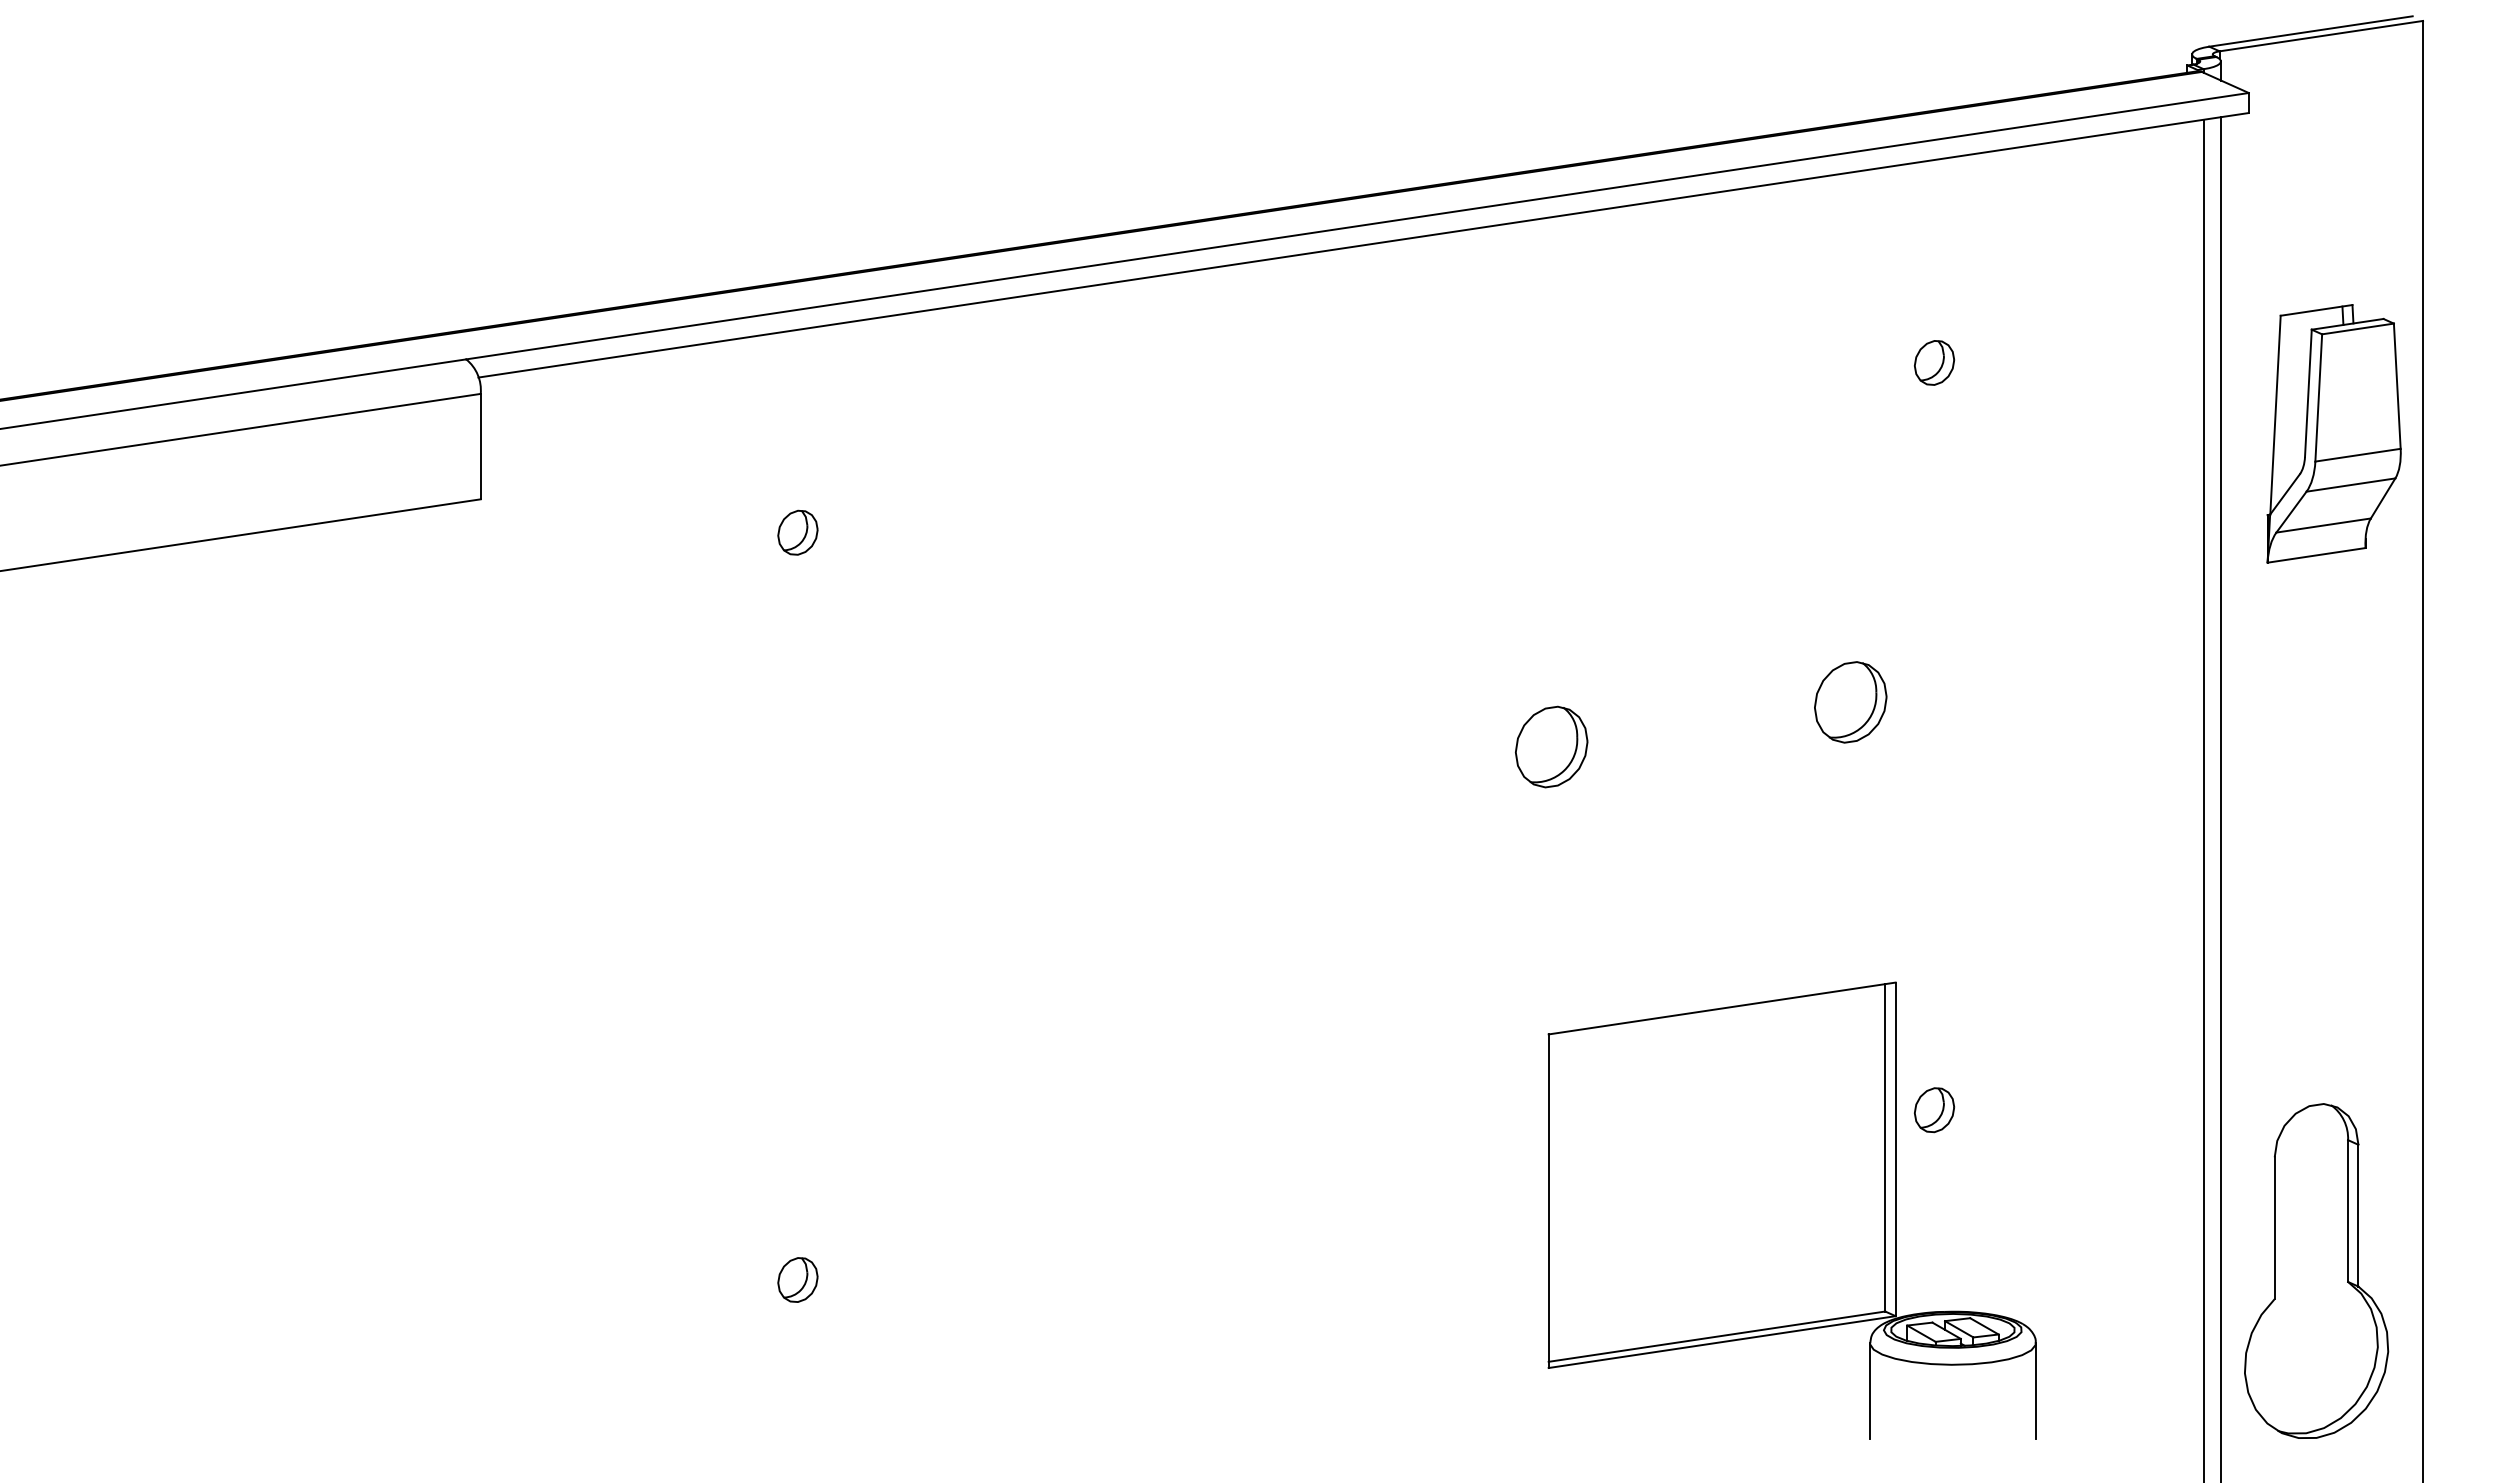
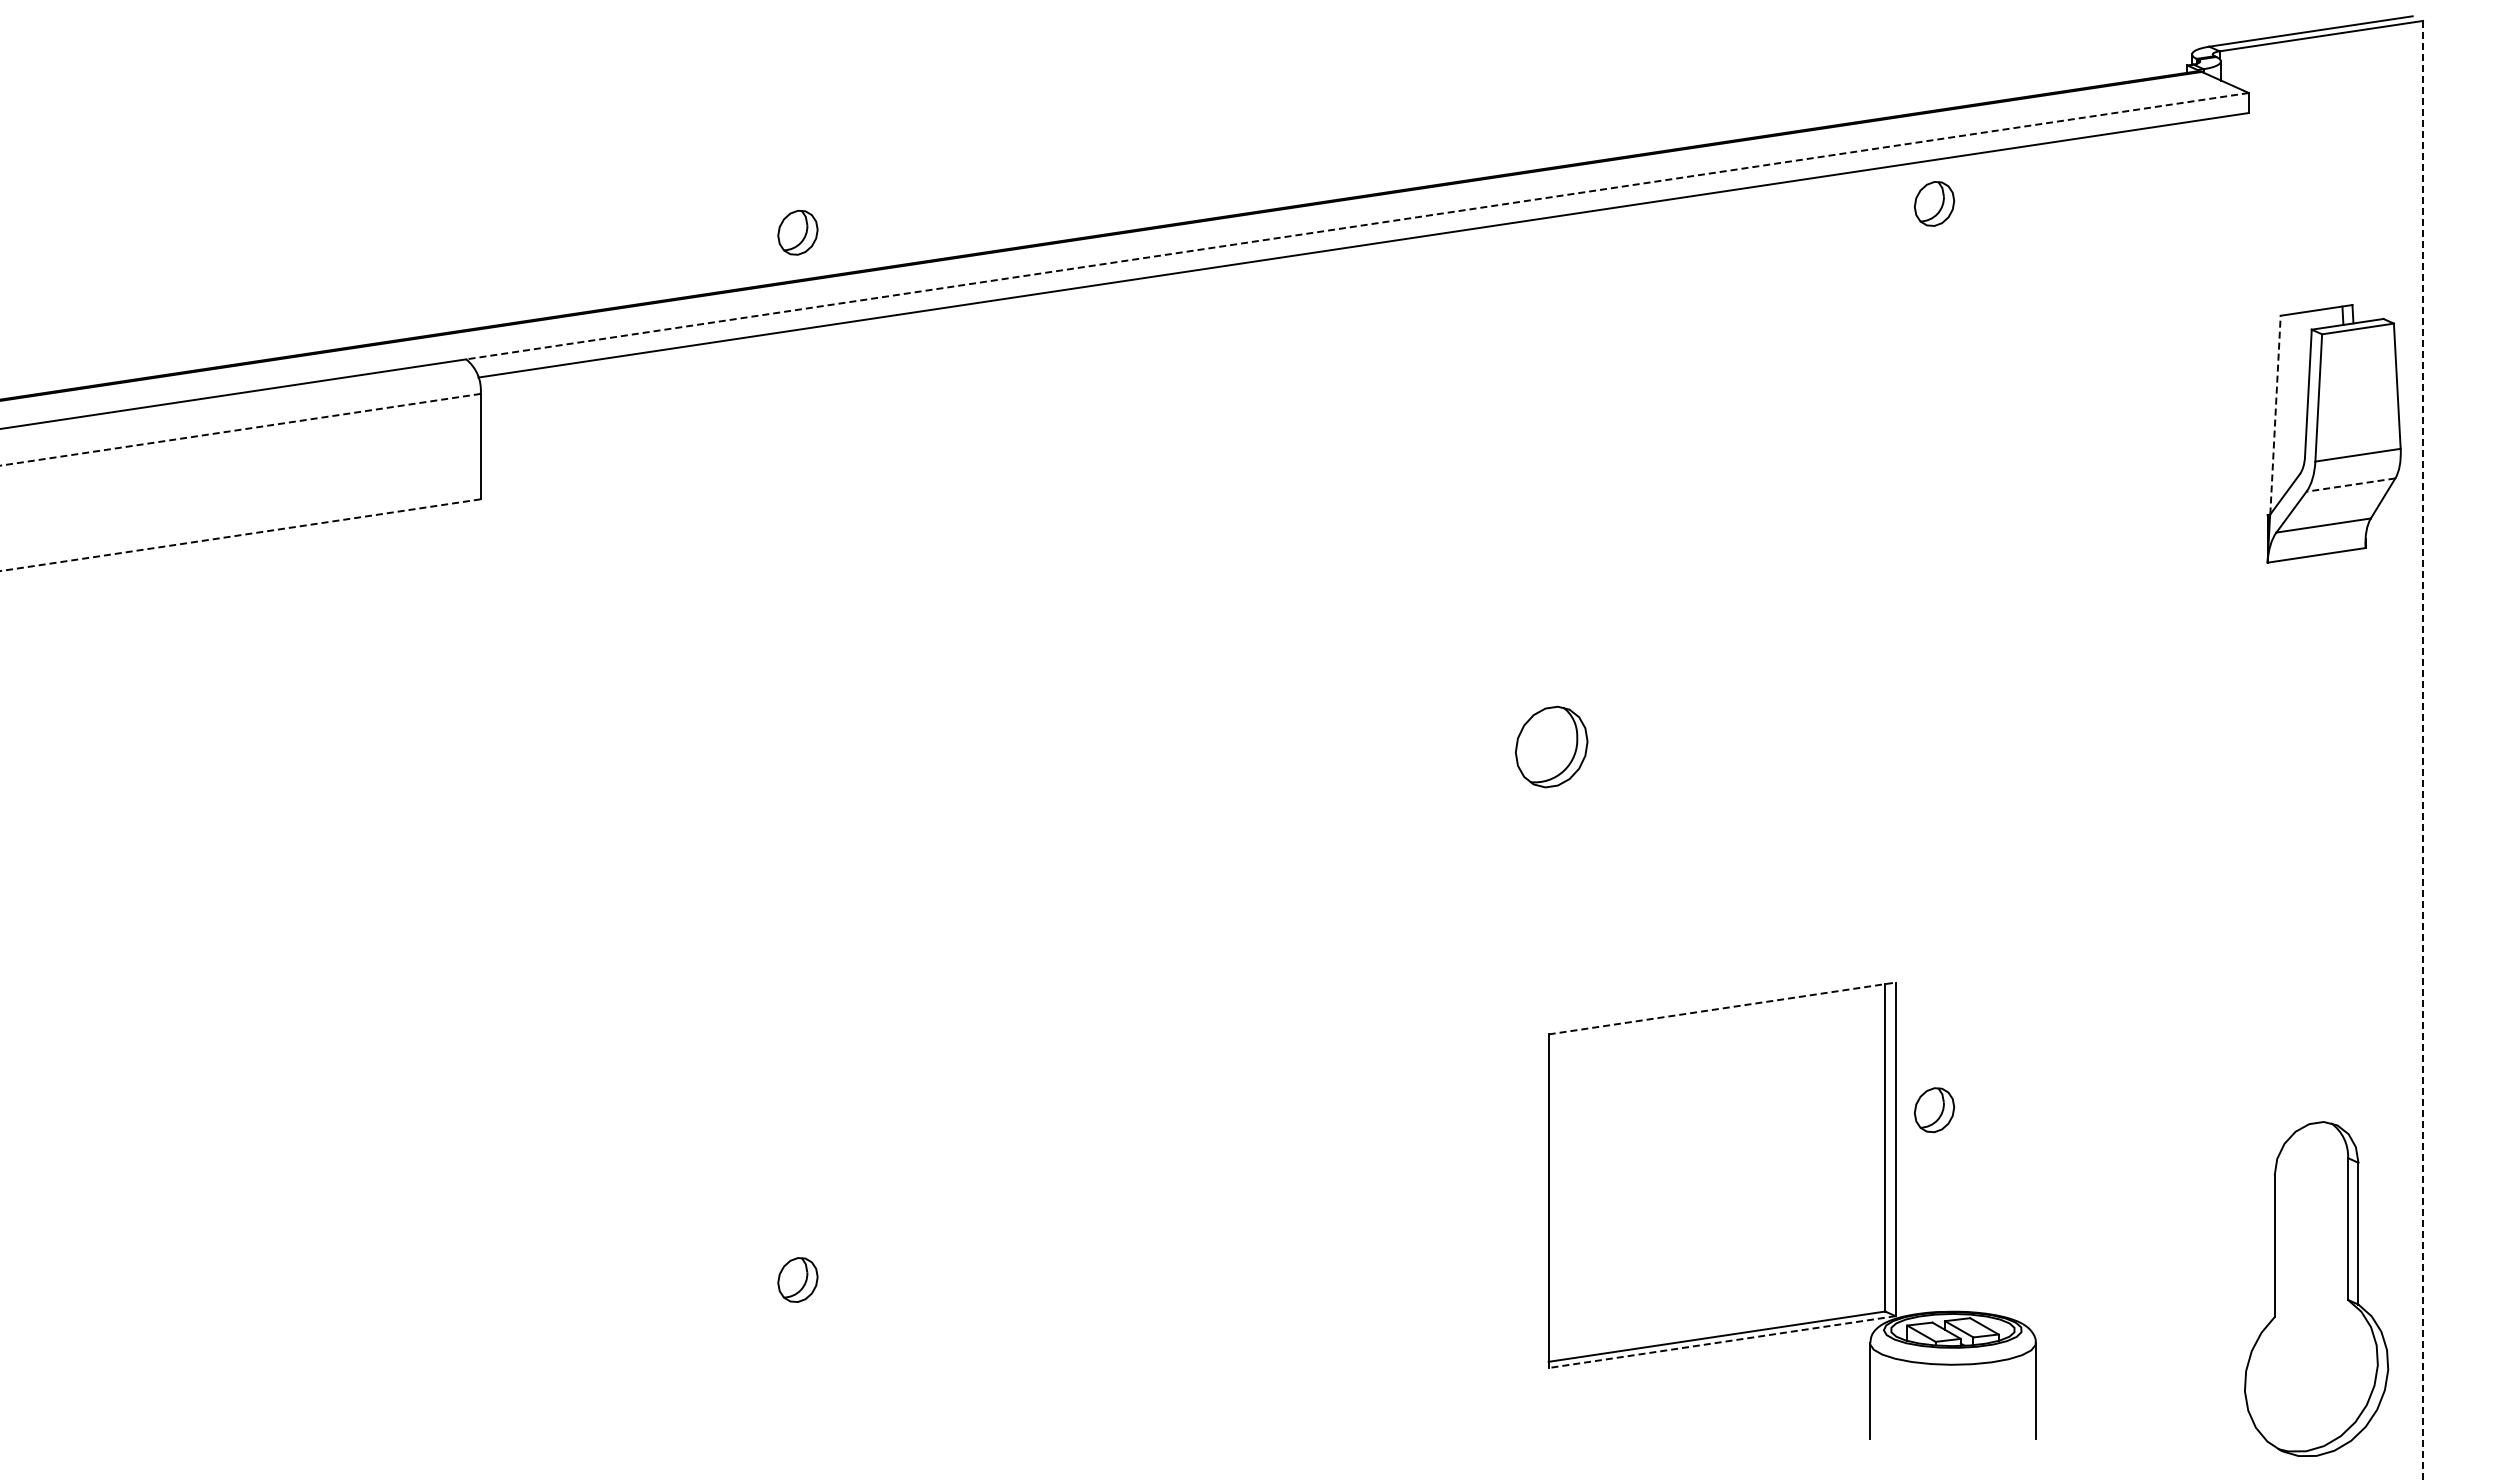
line at (1357, 226): solid -> dashed
part at (1934, 362) position: (1934, 362) -> (1934, 203)
line at (2275, 414): solid -> dashed
line at (240, 429): solid -> dashed
line at (2350, 485): solid -> dashed
part at (797, 532) position: (797, 532) -> (797, 232)
line at (240, 535): solid -> dashed
part at (1850, 702): present -> none
line at (2423, 751): solid -> dashed
line at (2220, 798): present -> none
line at (2203, 799): present -> none
line at (1722, 1008): solid -> dashed
part at (2316, 1270) position: (2316, 1270) -> (2316, 1288)
line at (1721, 1342): solid -> dashed
